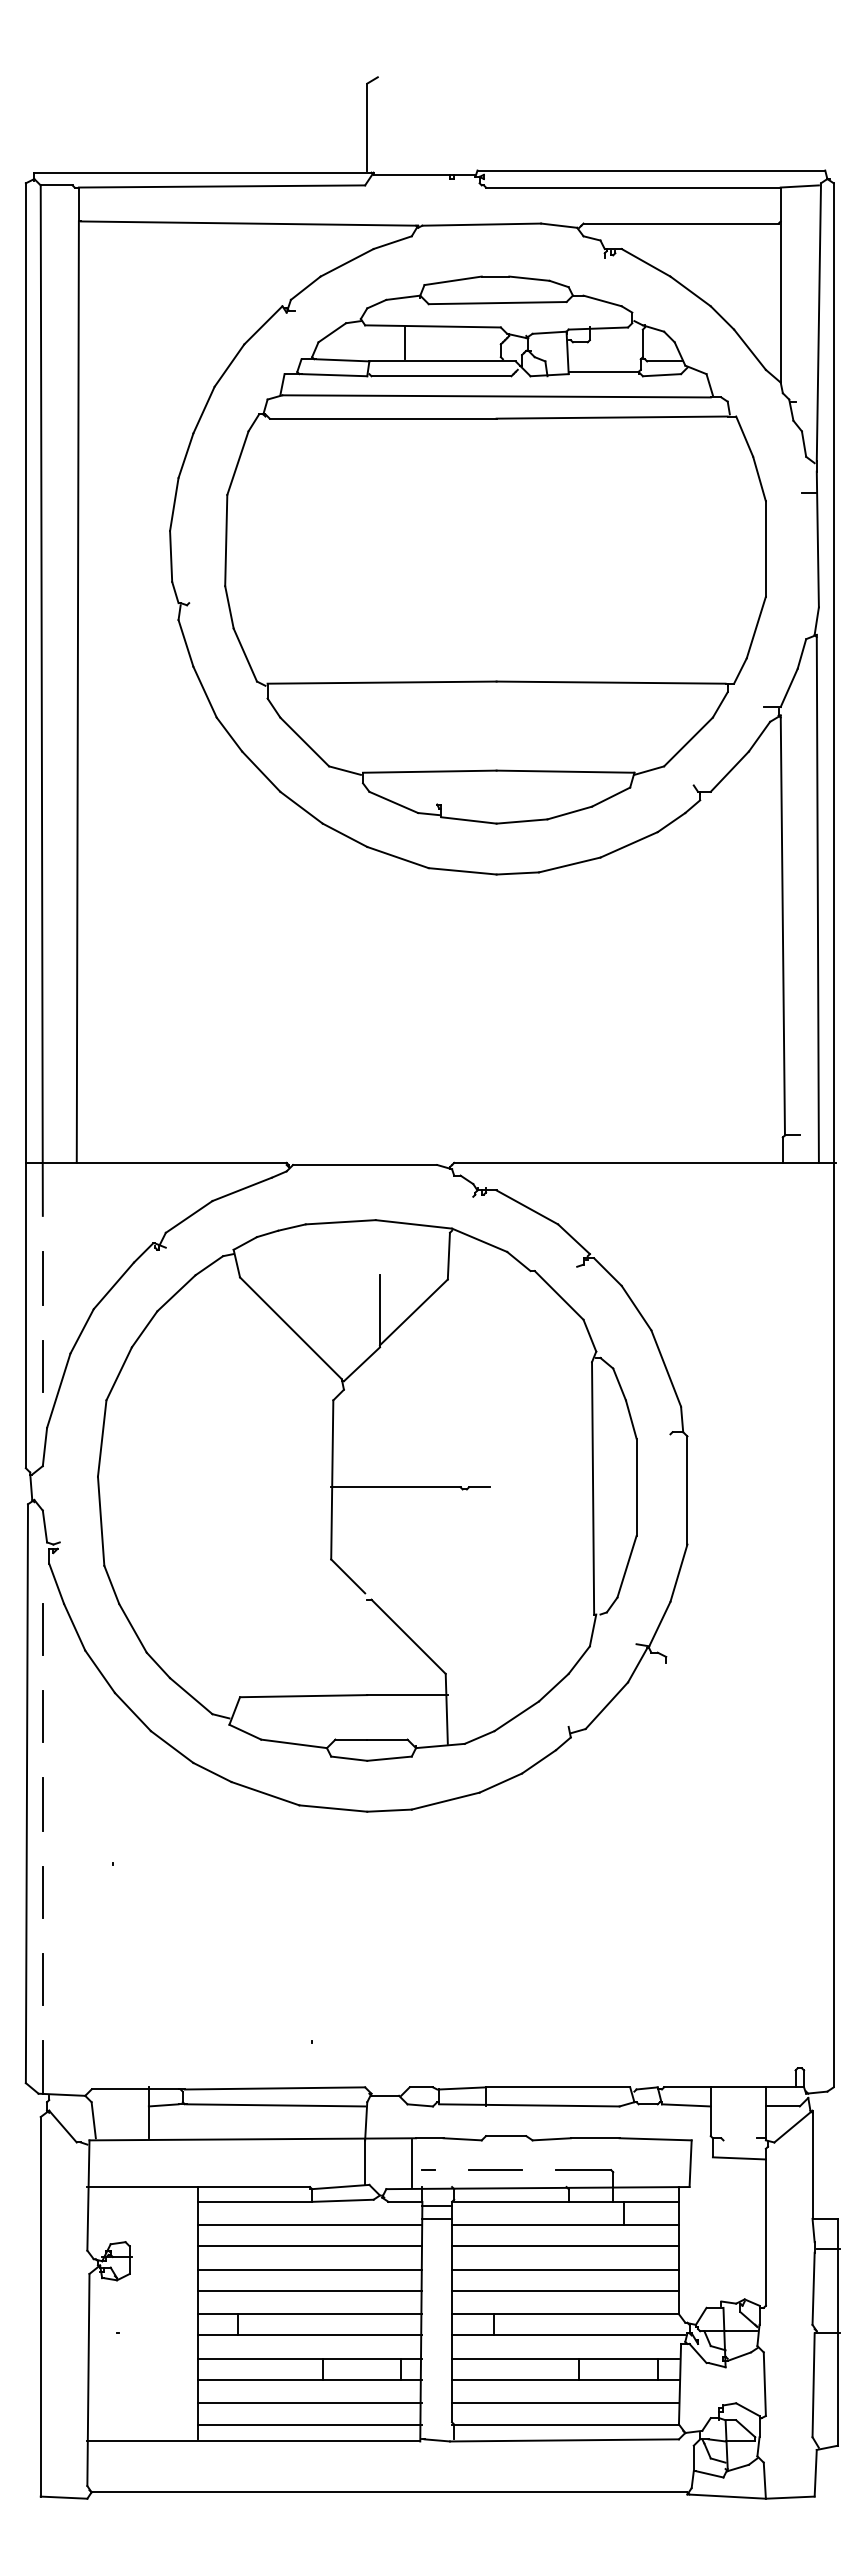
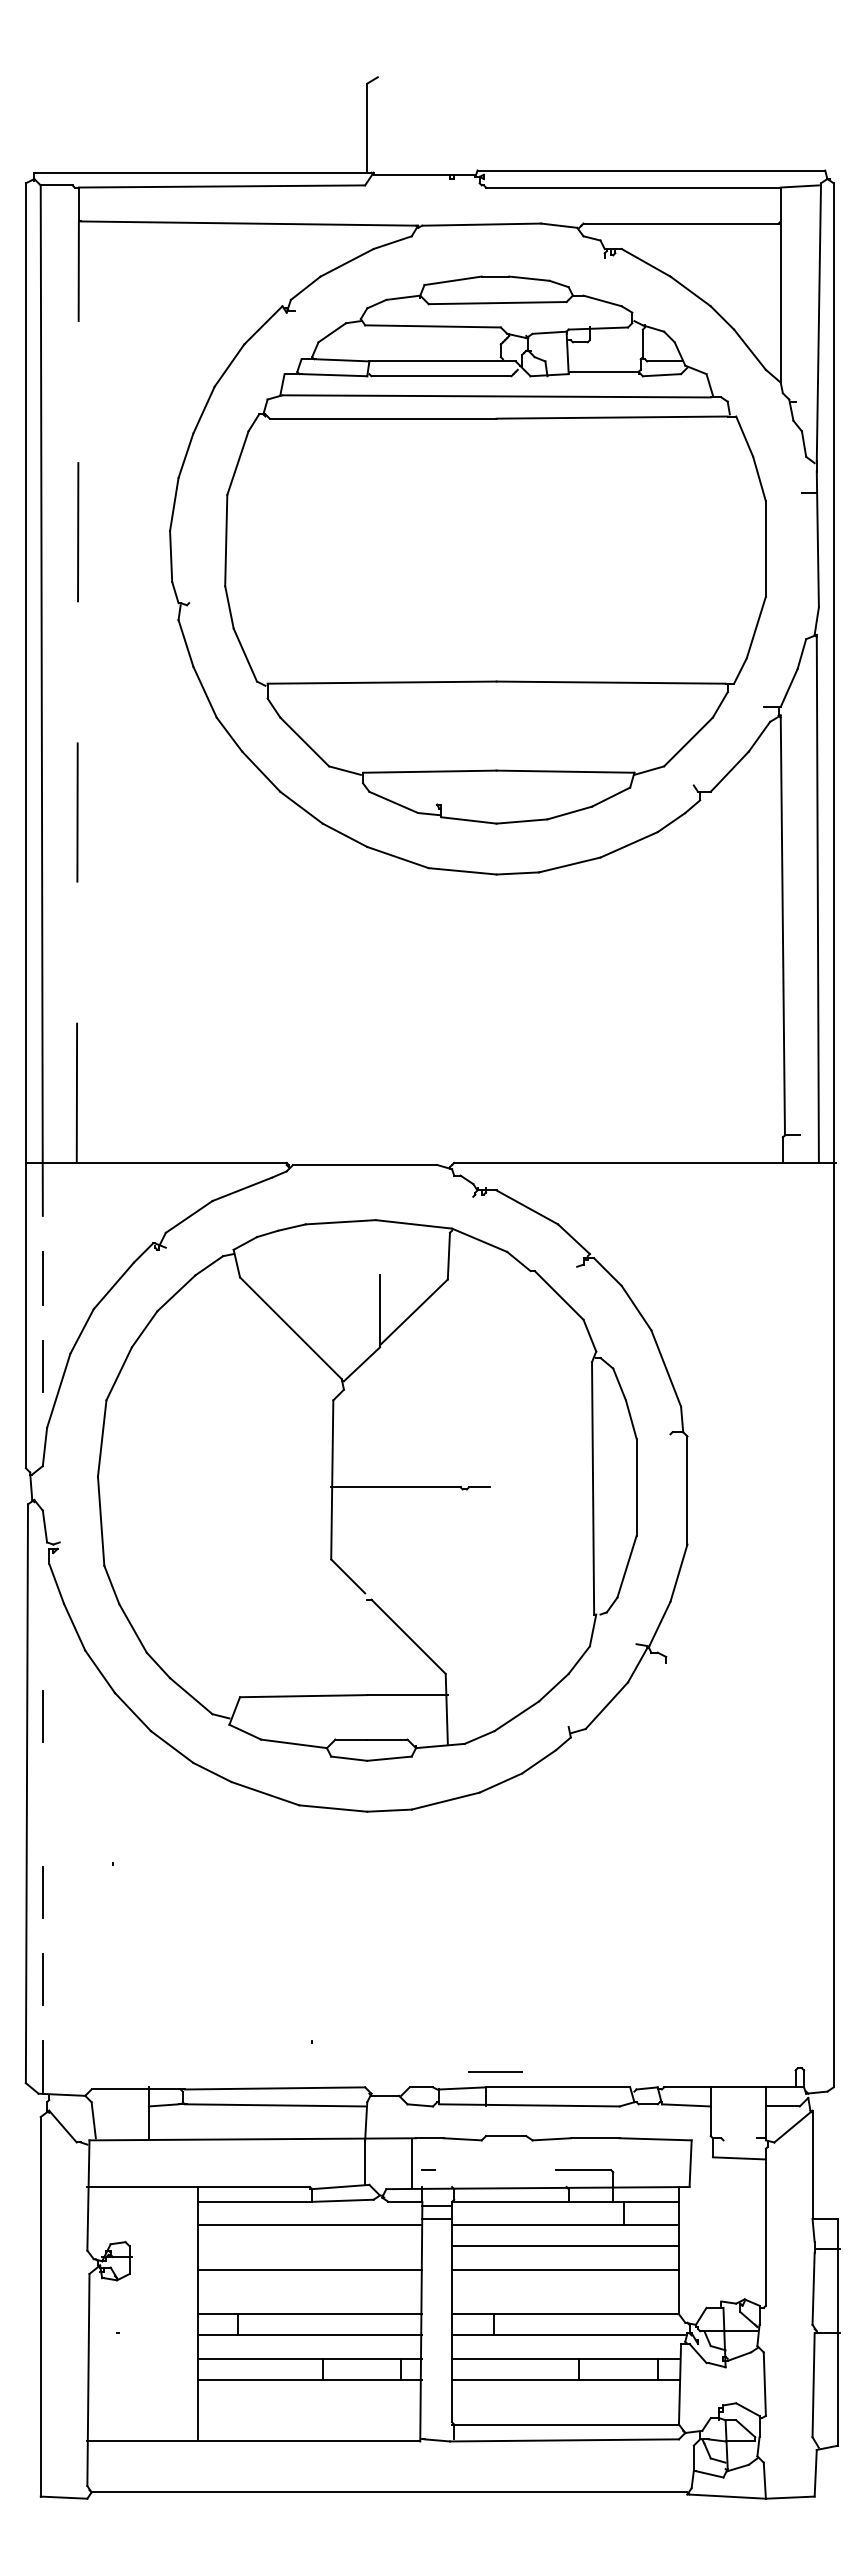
line at (405, 343): present -> none
line at (77, 692): solid -> dashed
line at (42, 1628): present -> none
line at (42, 1803): present -> none
line at (495, 2169) position: (495, 2169) -> (495, 2071)
line at (309, 2246): present -> none
line at (309, 2290): present -> none
line at (565, 2290): present -> none
line at (309, 2403): present -> none
line at (565, 2403): present -> none
line at (309, 2424): present -> none
